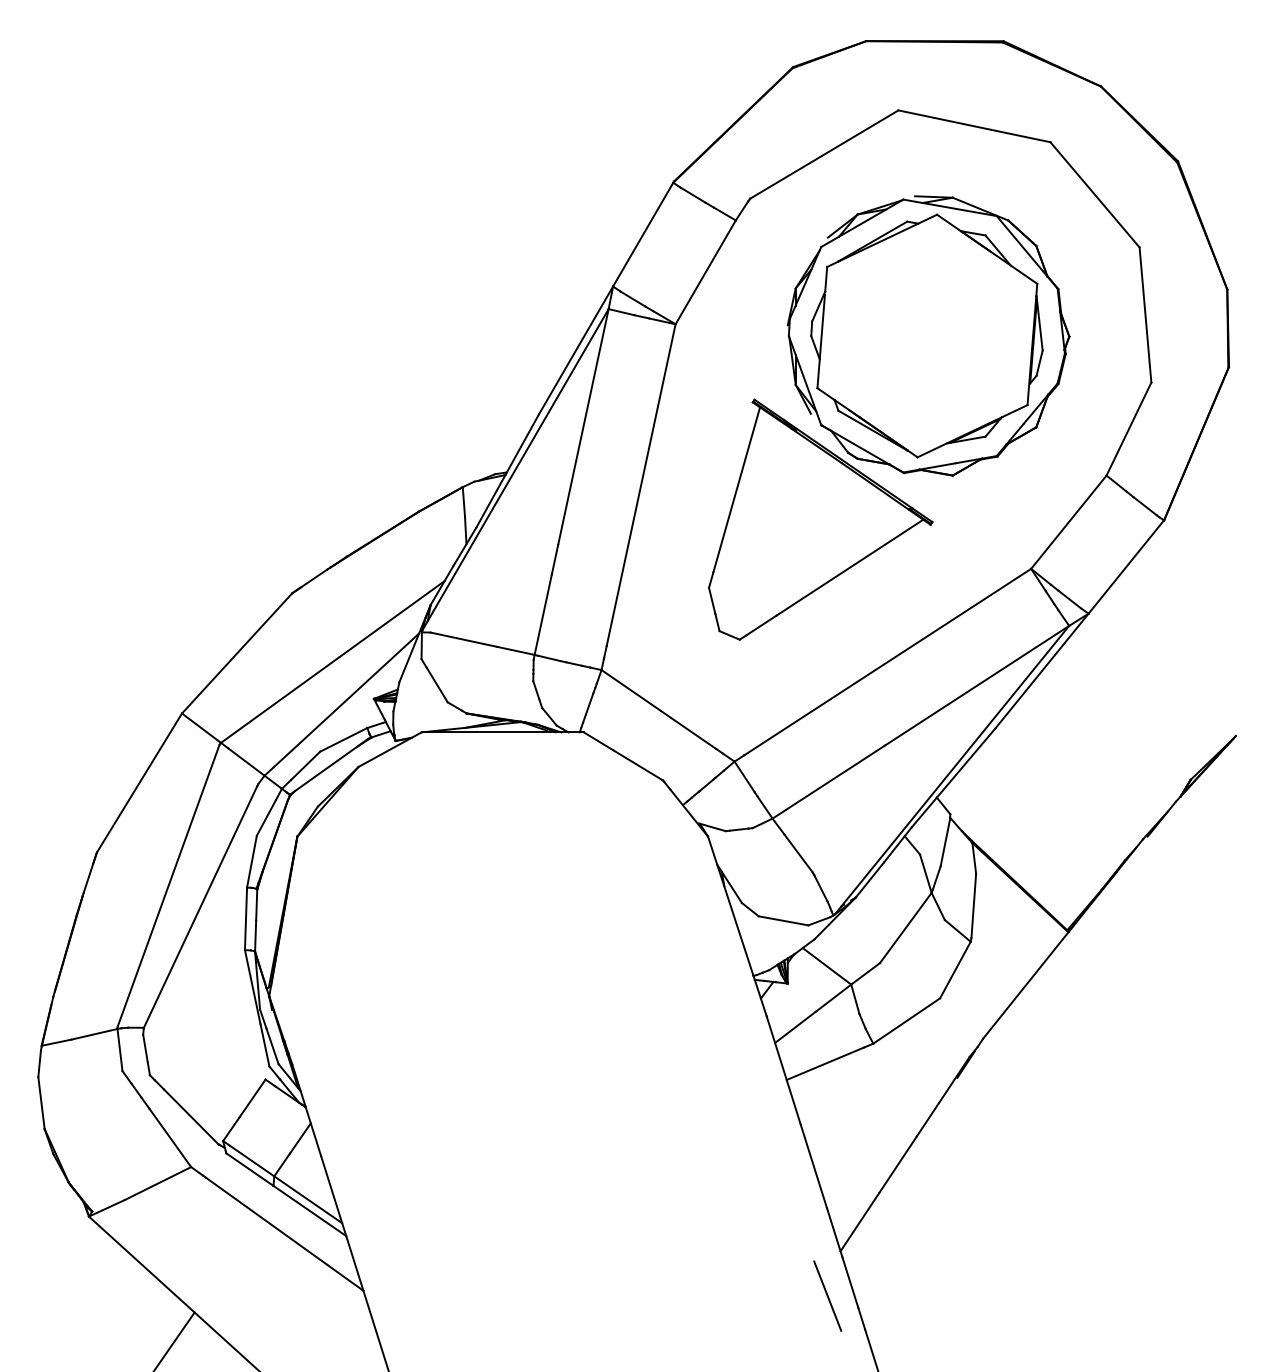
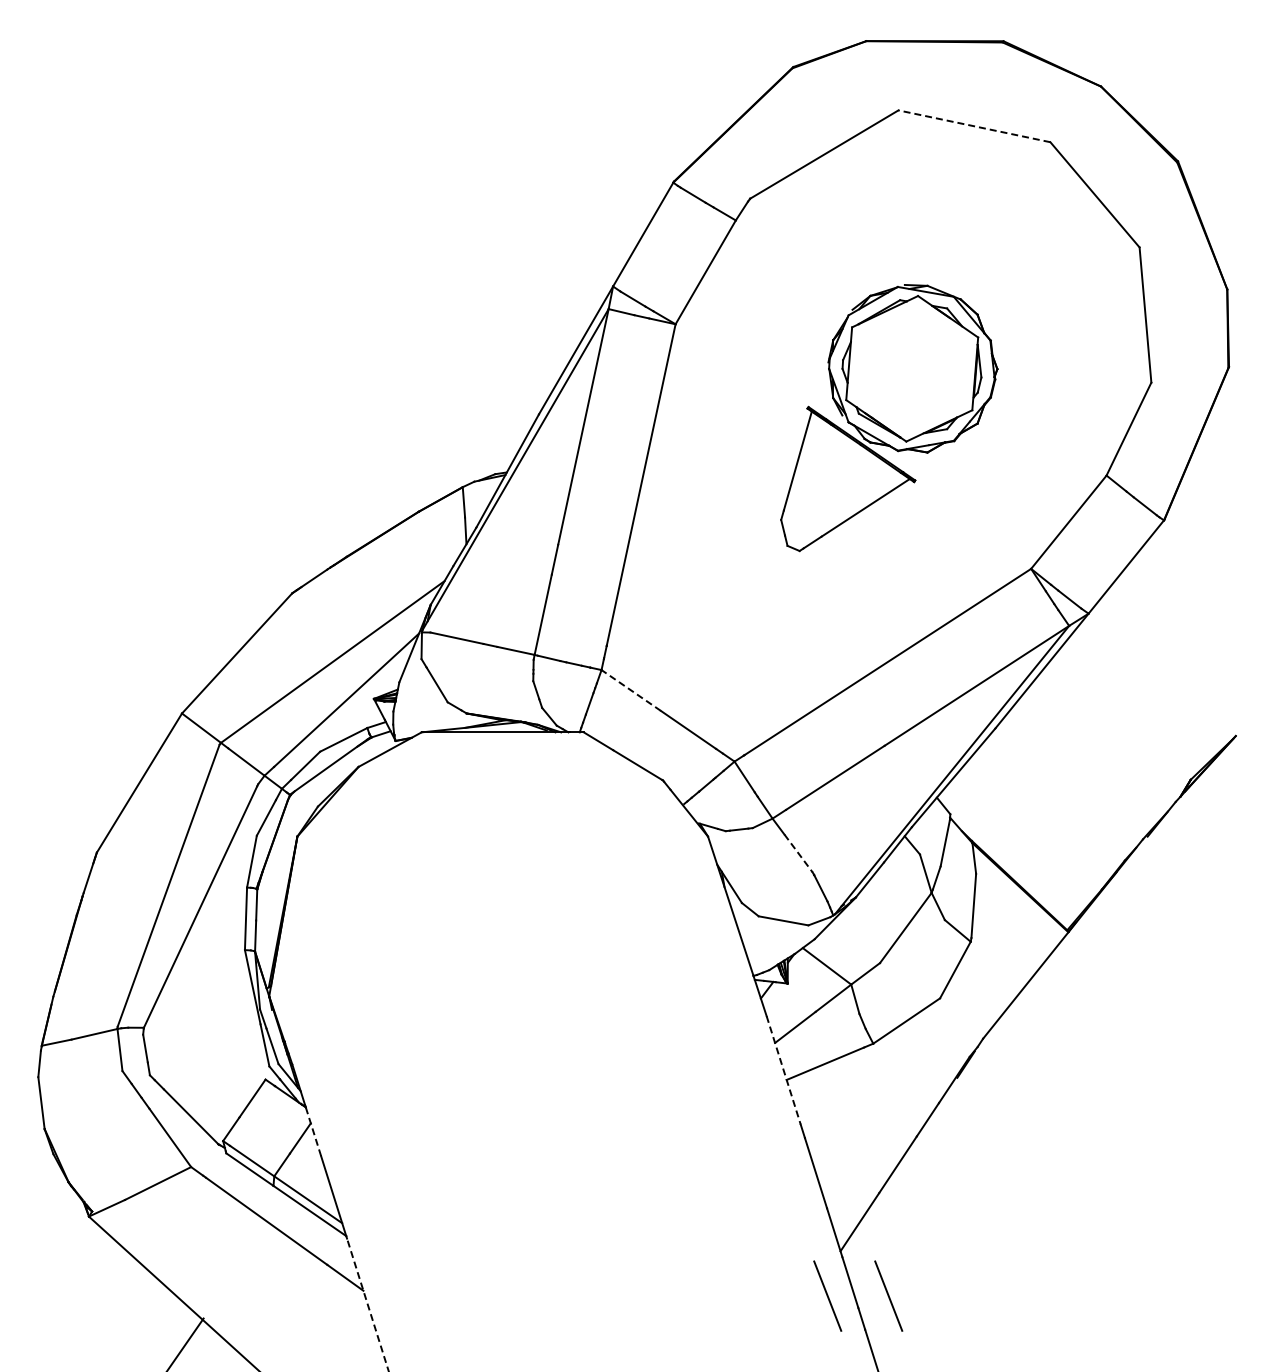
line at (974, 126): solid -> dashed
part at (889, 417) size: 363x446 px -> 219x269 px
line at (630, 690): solid -> dashed
line at (798, 853): solid -> dashed
line at (783, 1070): solid -> dashed
line at (313, 1131): solid -> dashed
line at (888, 1295): none -> present
line at (367, 1305): solid -> dashed
line at (174, 1340) position: (174, 1340) -> (185, 1343)
